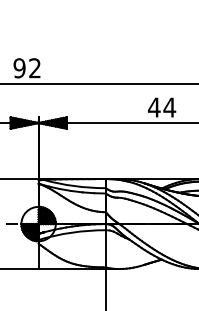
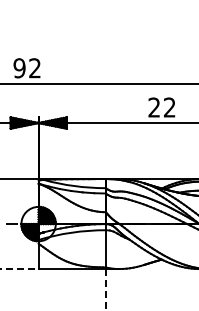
text at (161, 107): 44 -> 22
line at (19, 269): solid -> dashed
line at (105, 289): solid -> dashed
